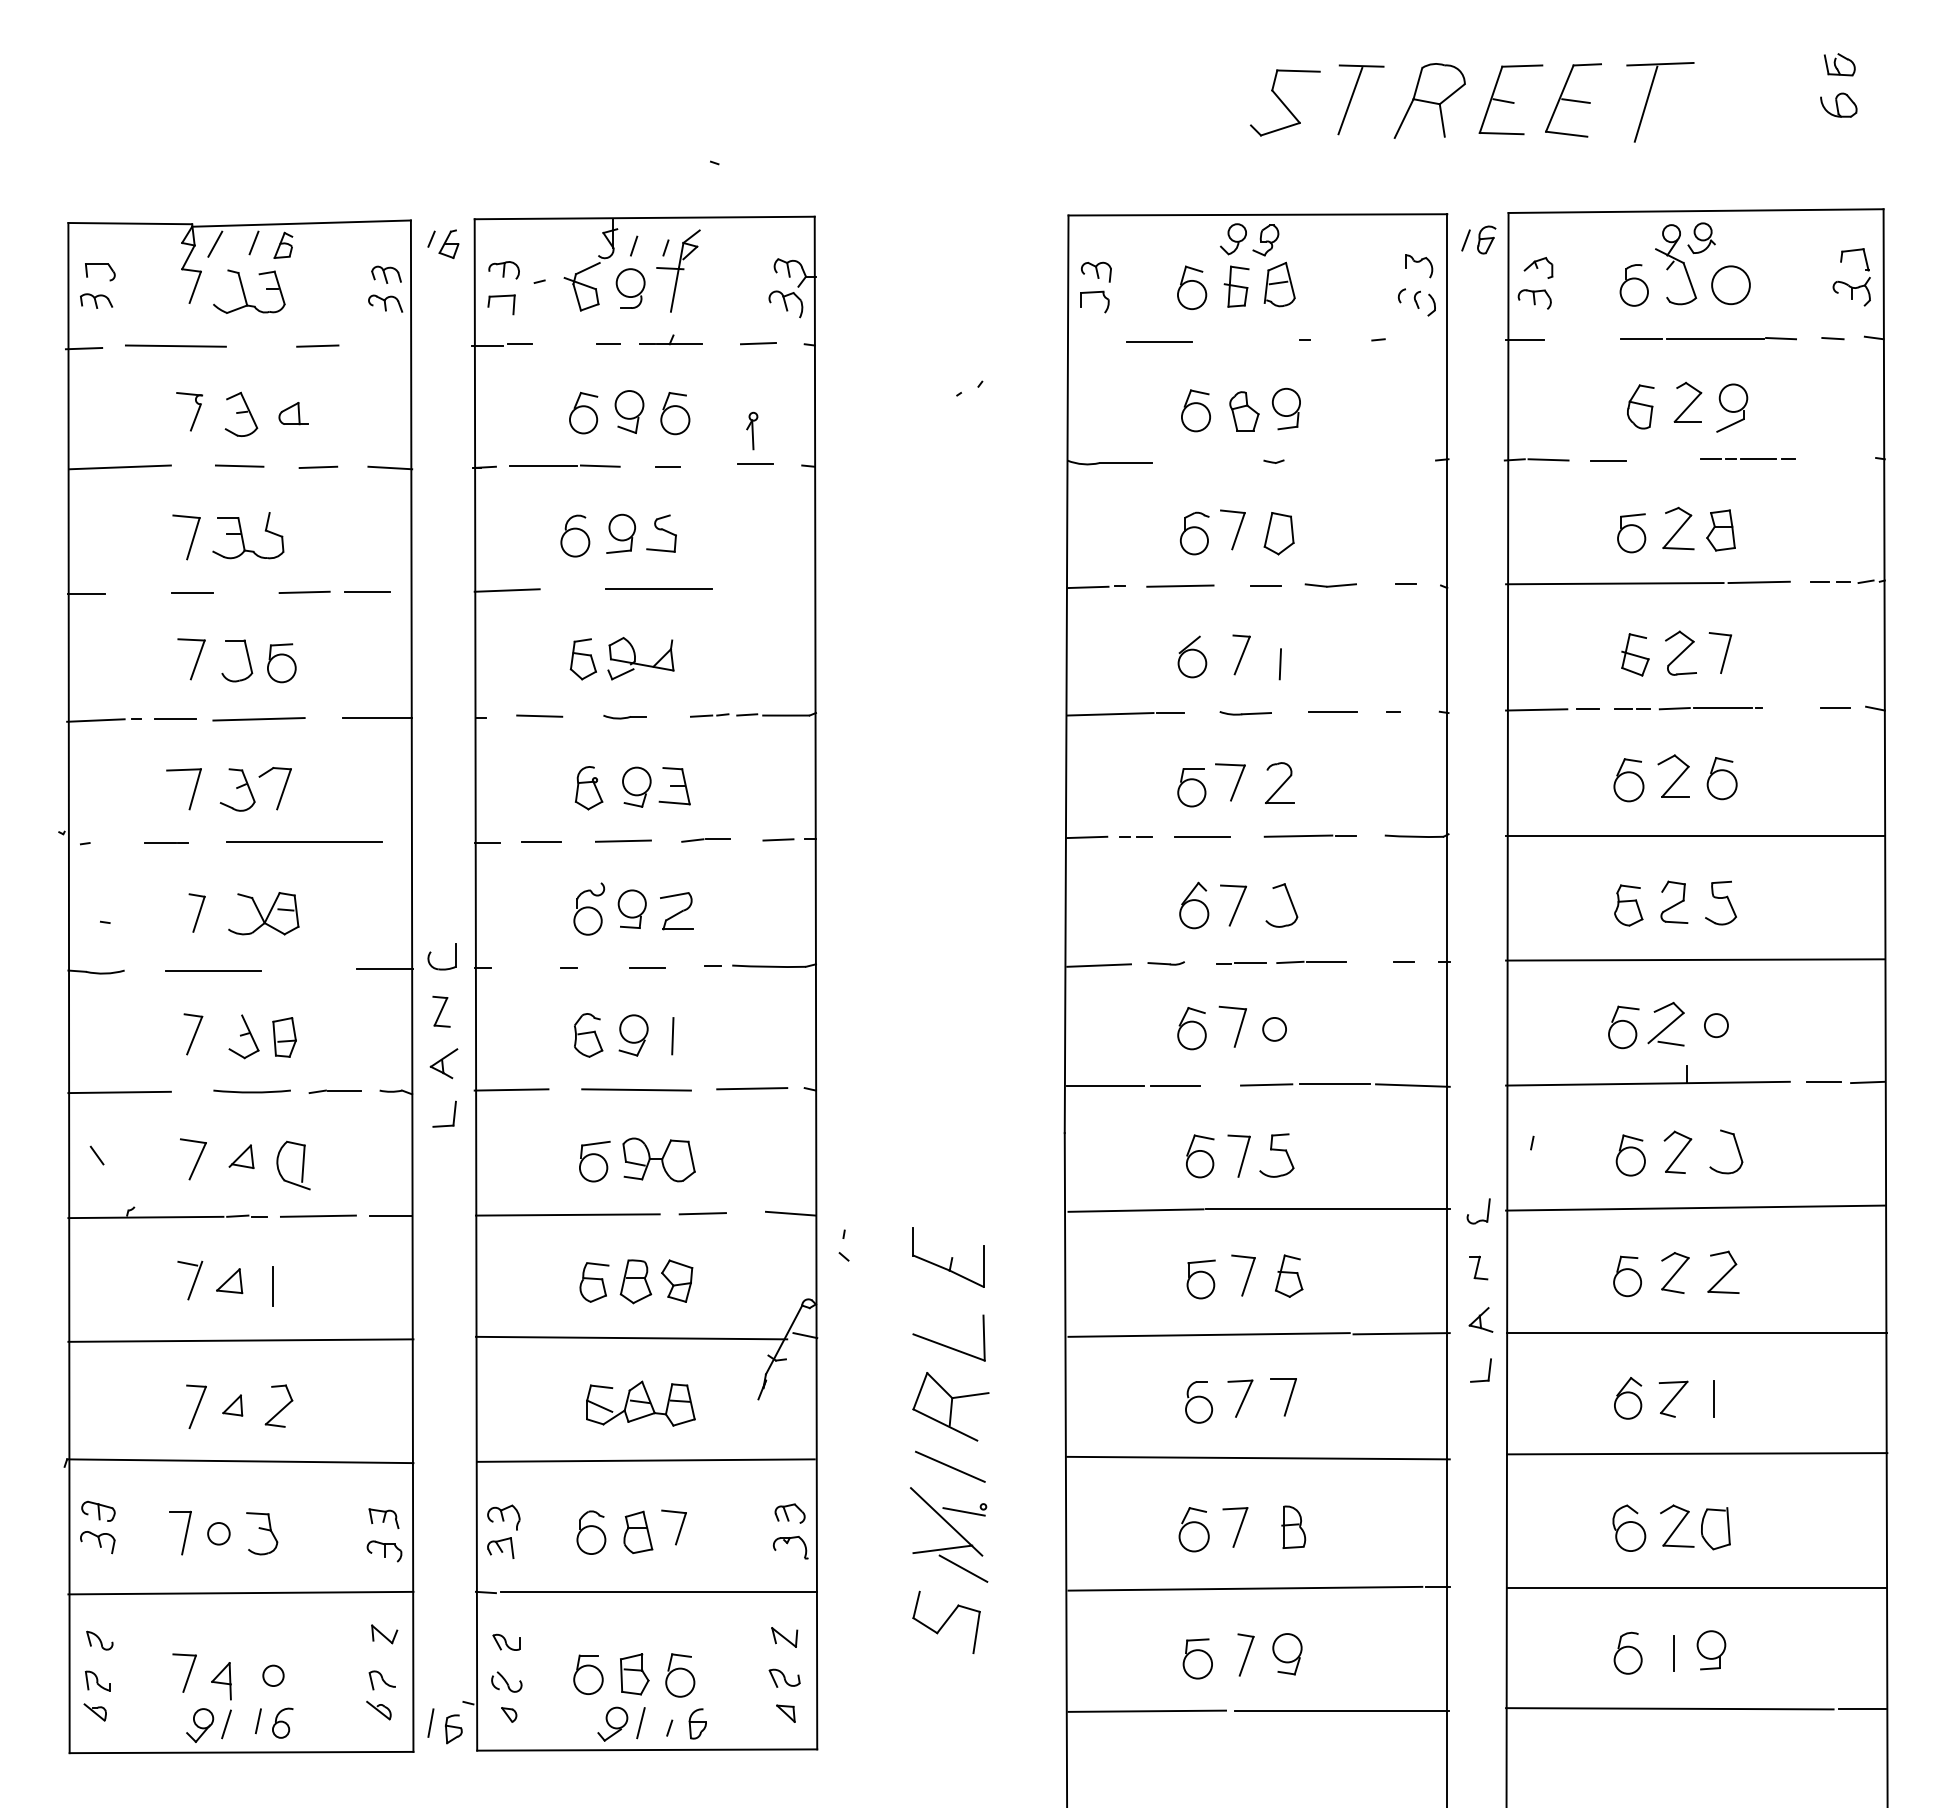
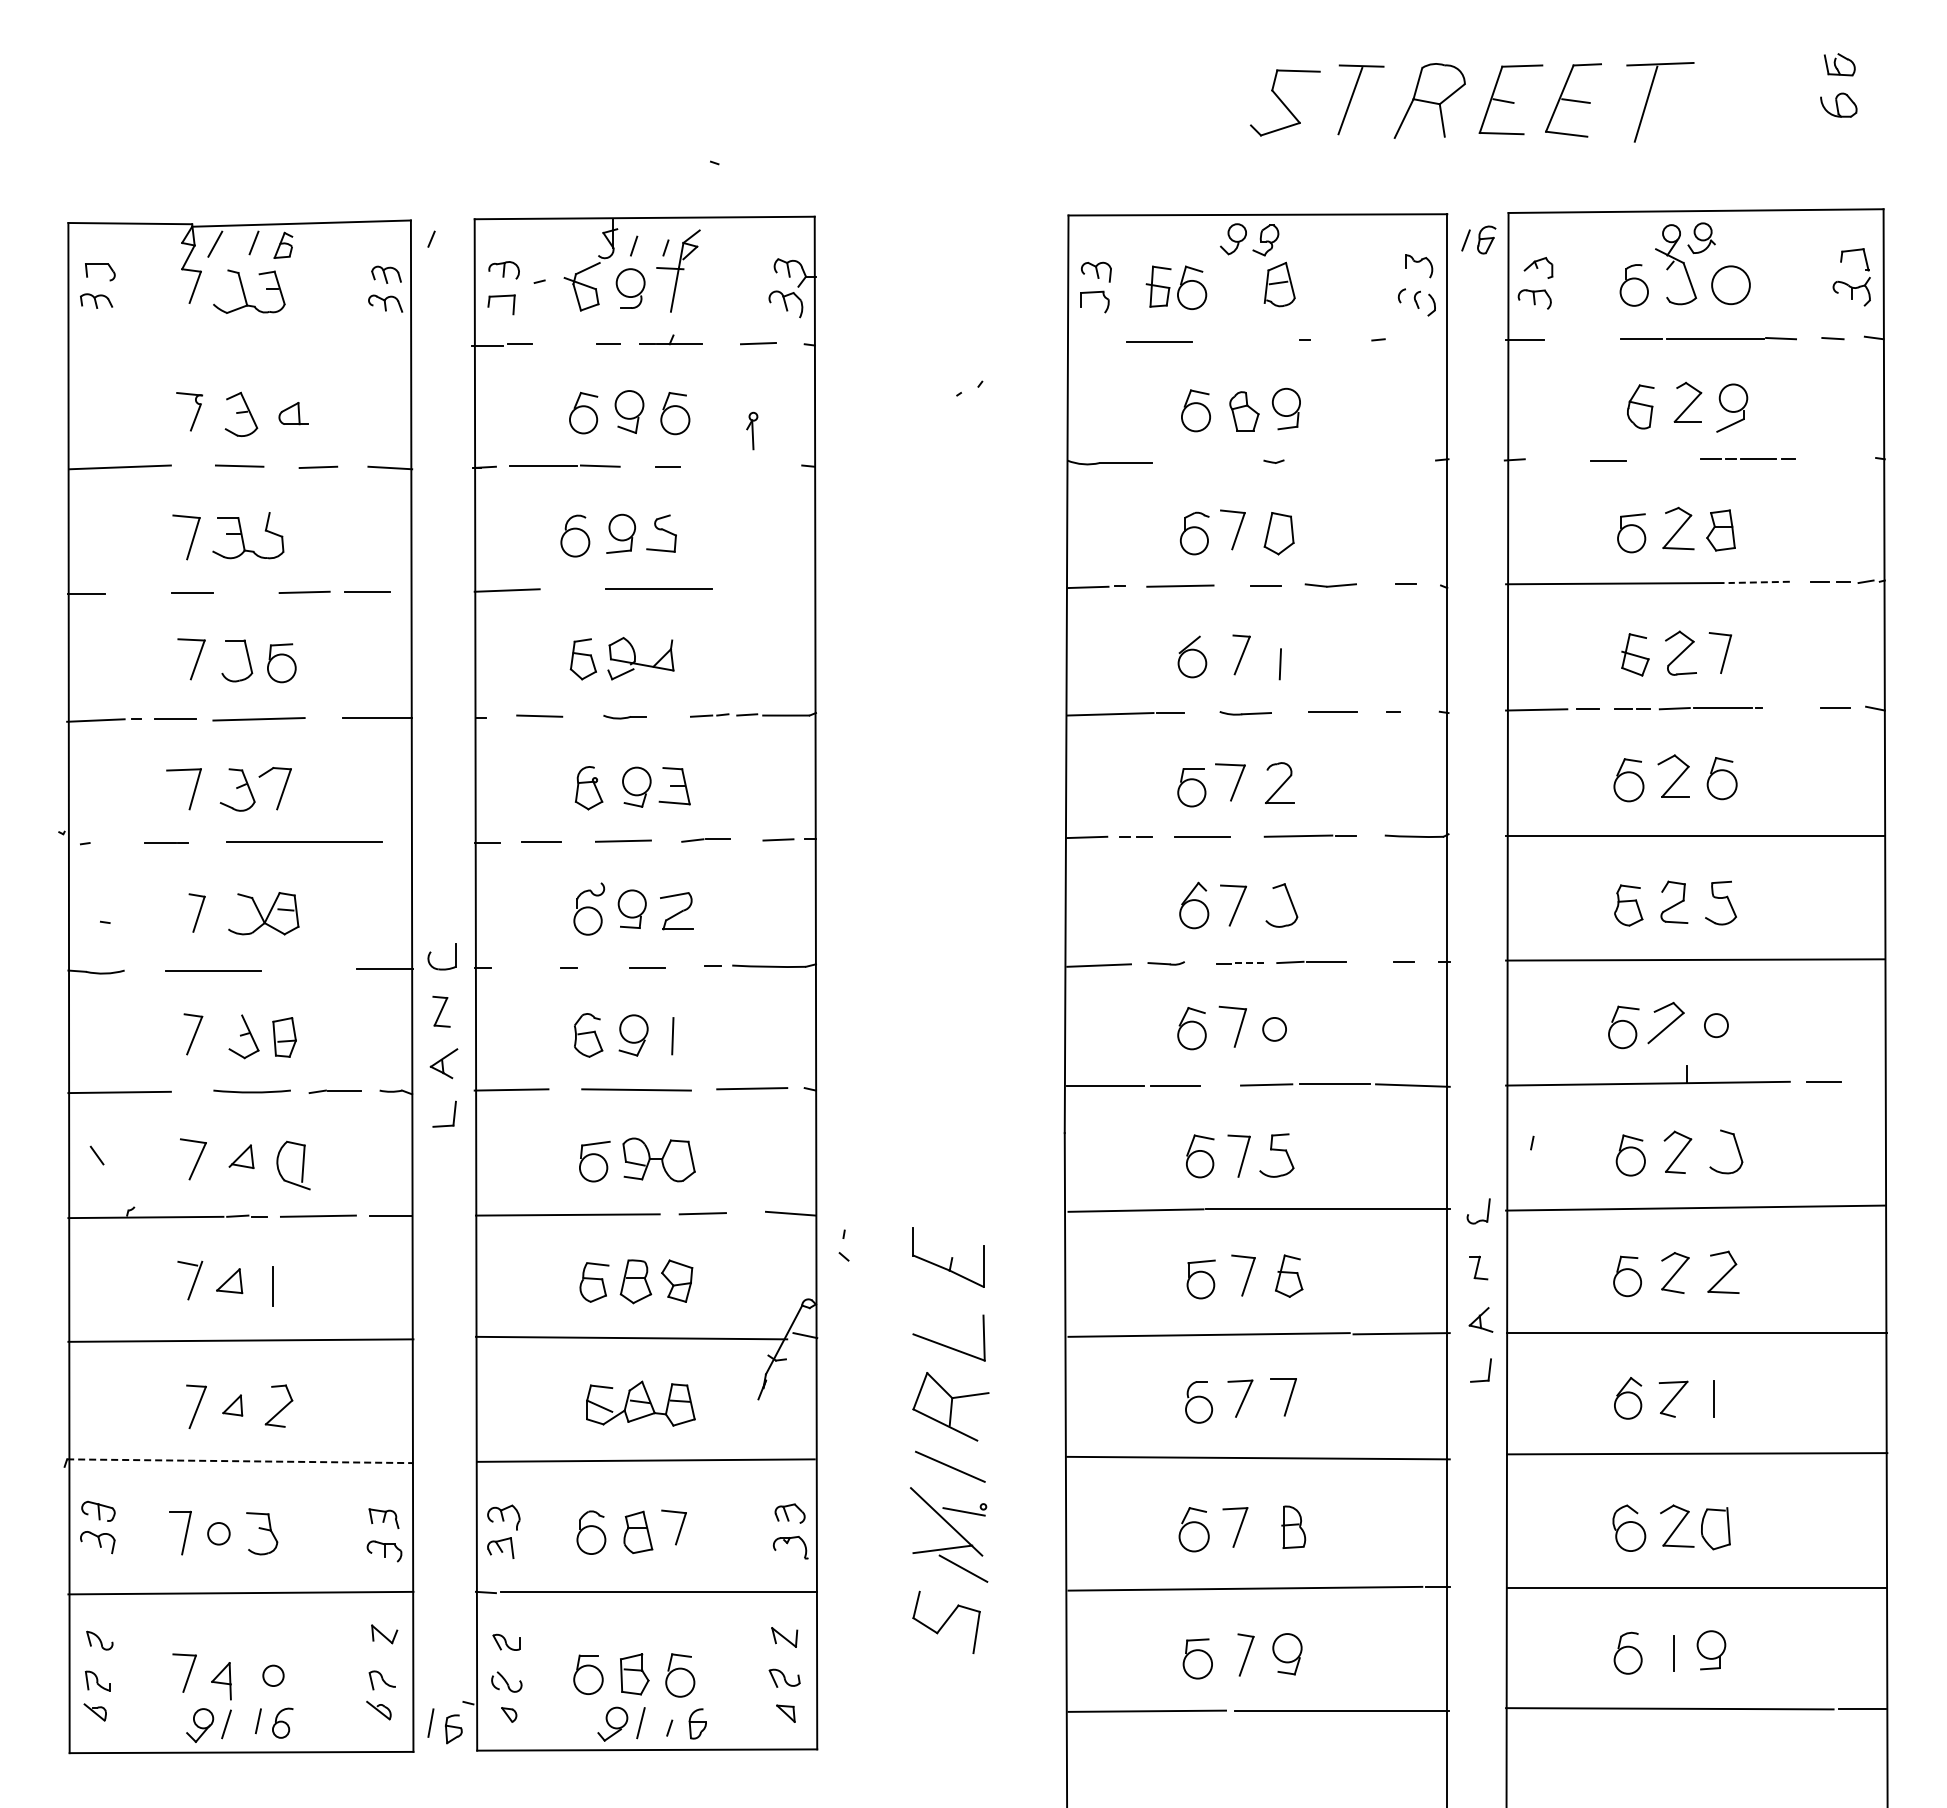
part at (448, 244): present -> none
part at (1236, 286) position: (1236, 286) -> (1158, 286)
line at (175, 345): present -> none
line at (317, 345): present -> none
line at (83, 348): present -> none
line at (1548, 459): present -> none
line at (755, 464): present -> none
line at (1759, 582): solid -> dashed
line at (1250, 963): solid -> dashed
line at (1670, 1043): present -> none
line at (1867, 1082): present -> none
line at (240, 1461): solid -> dashed
